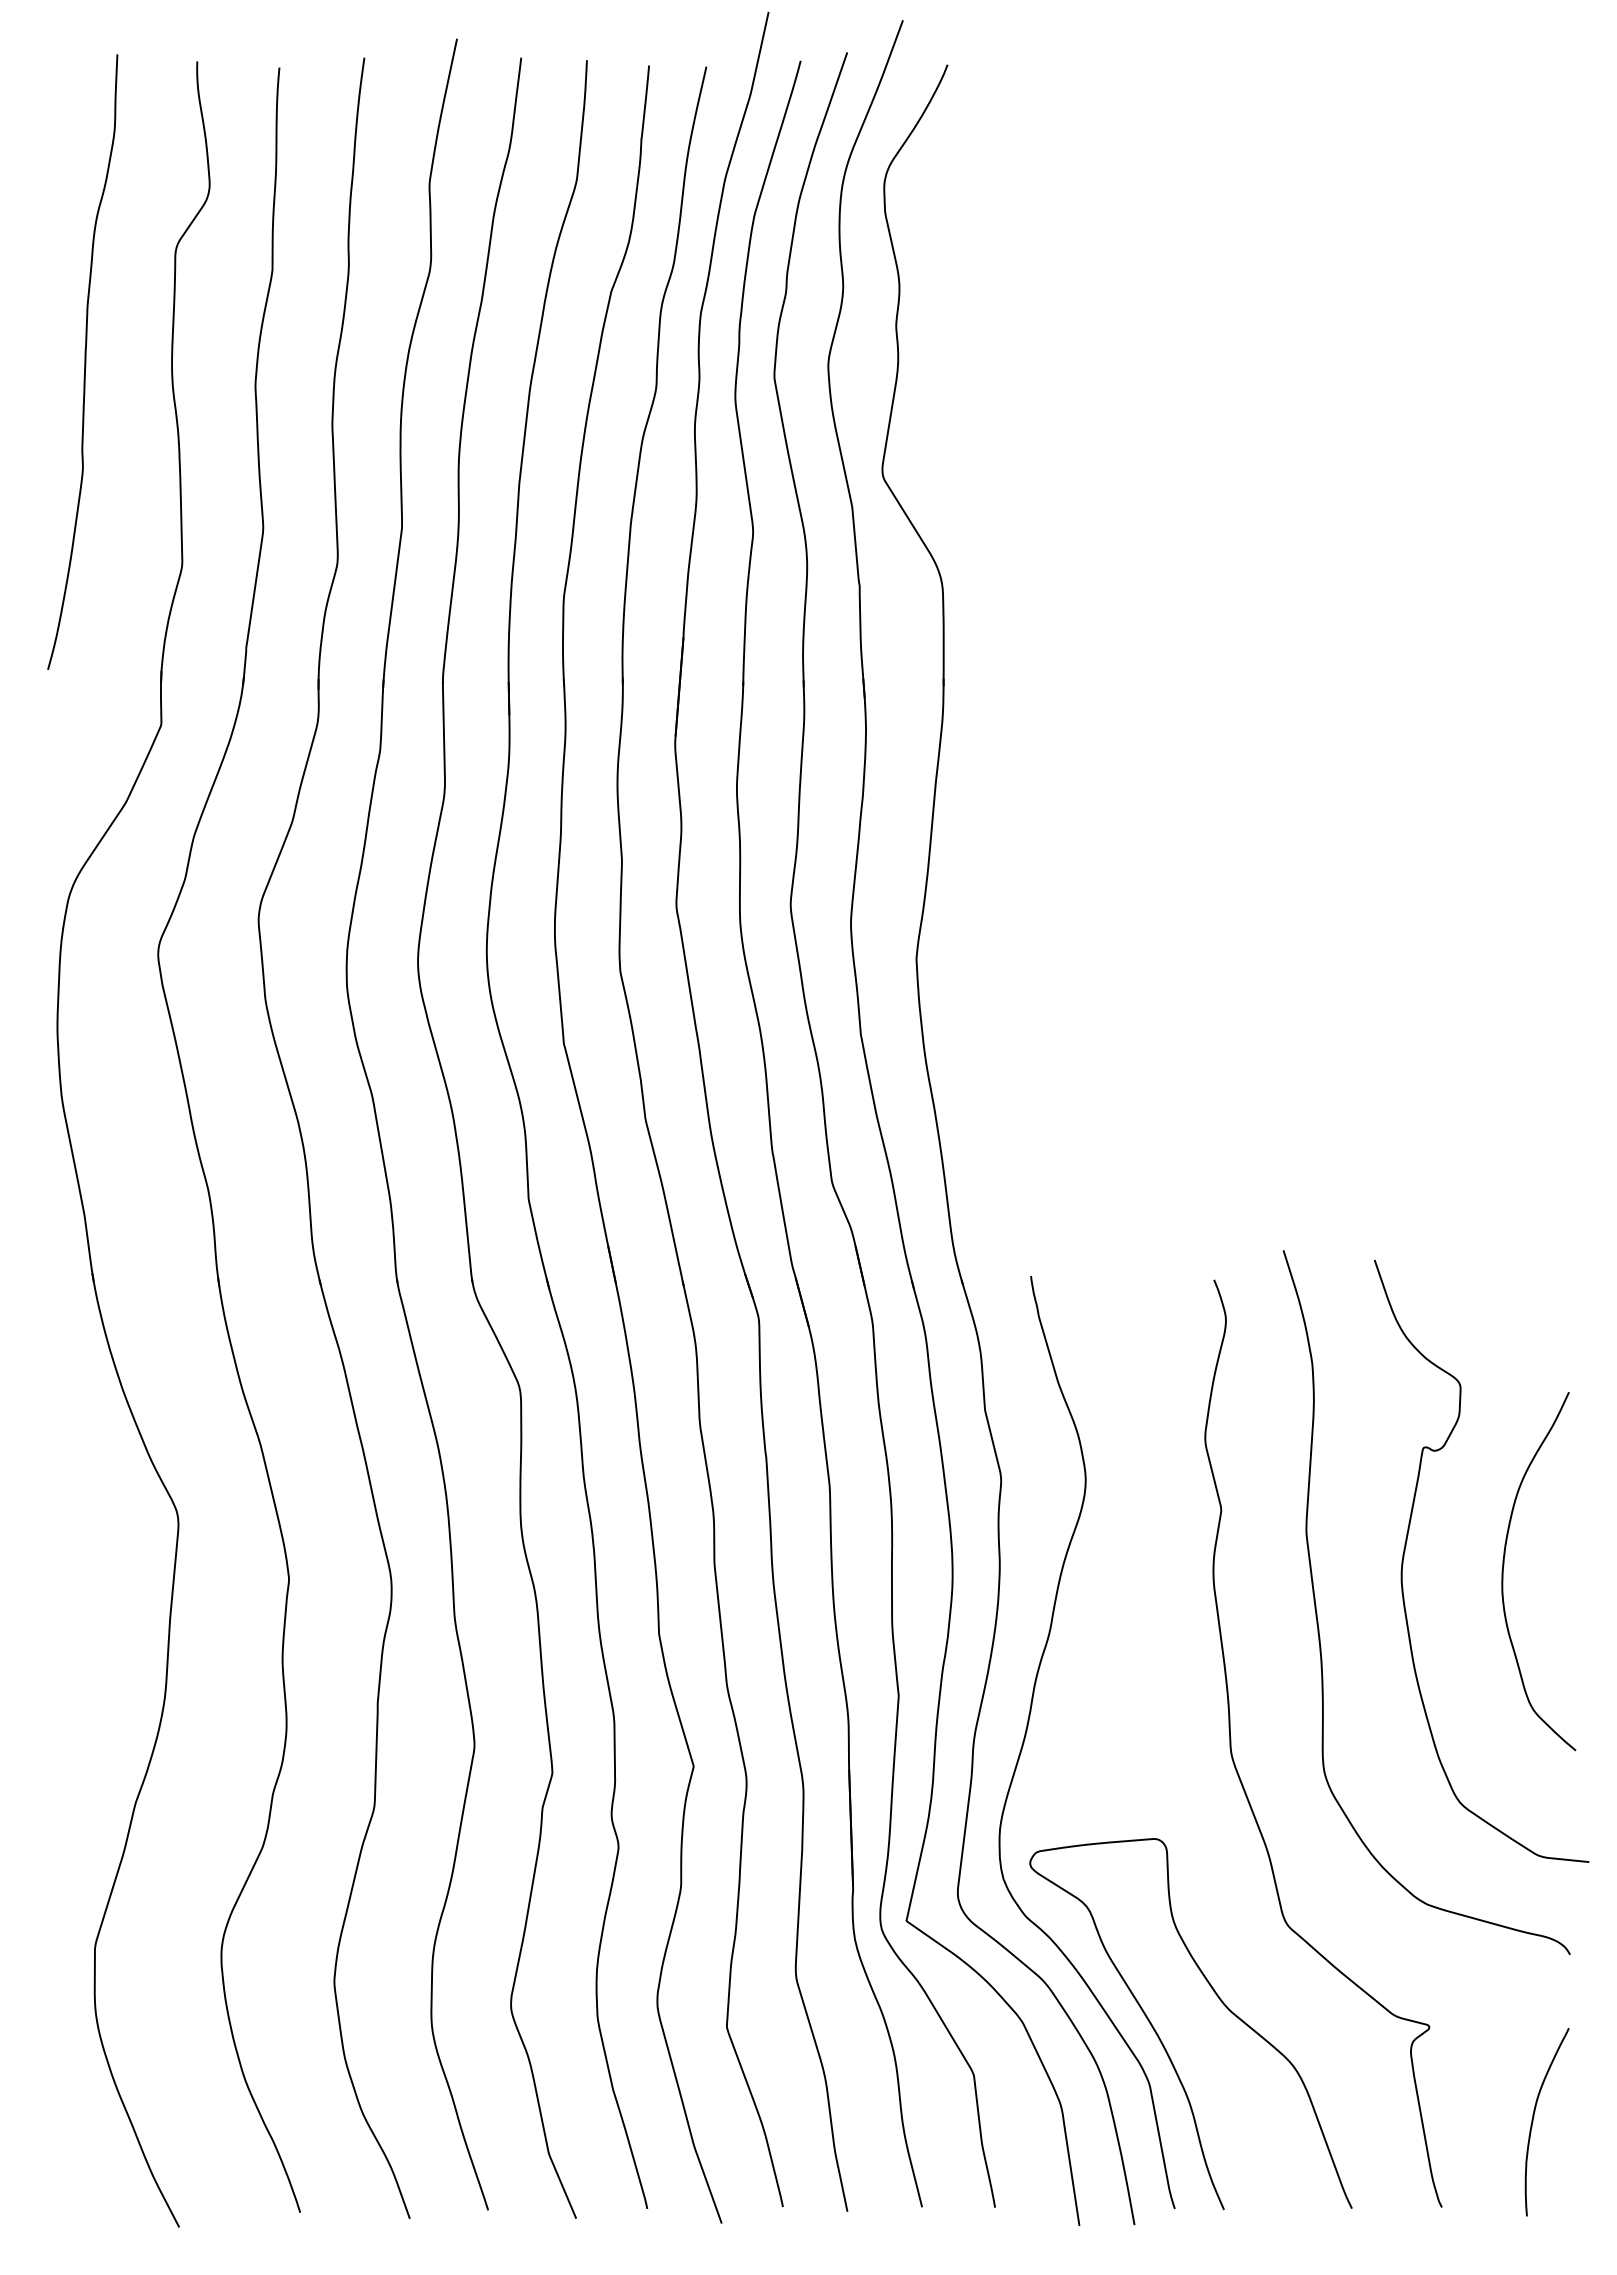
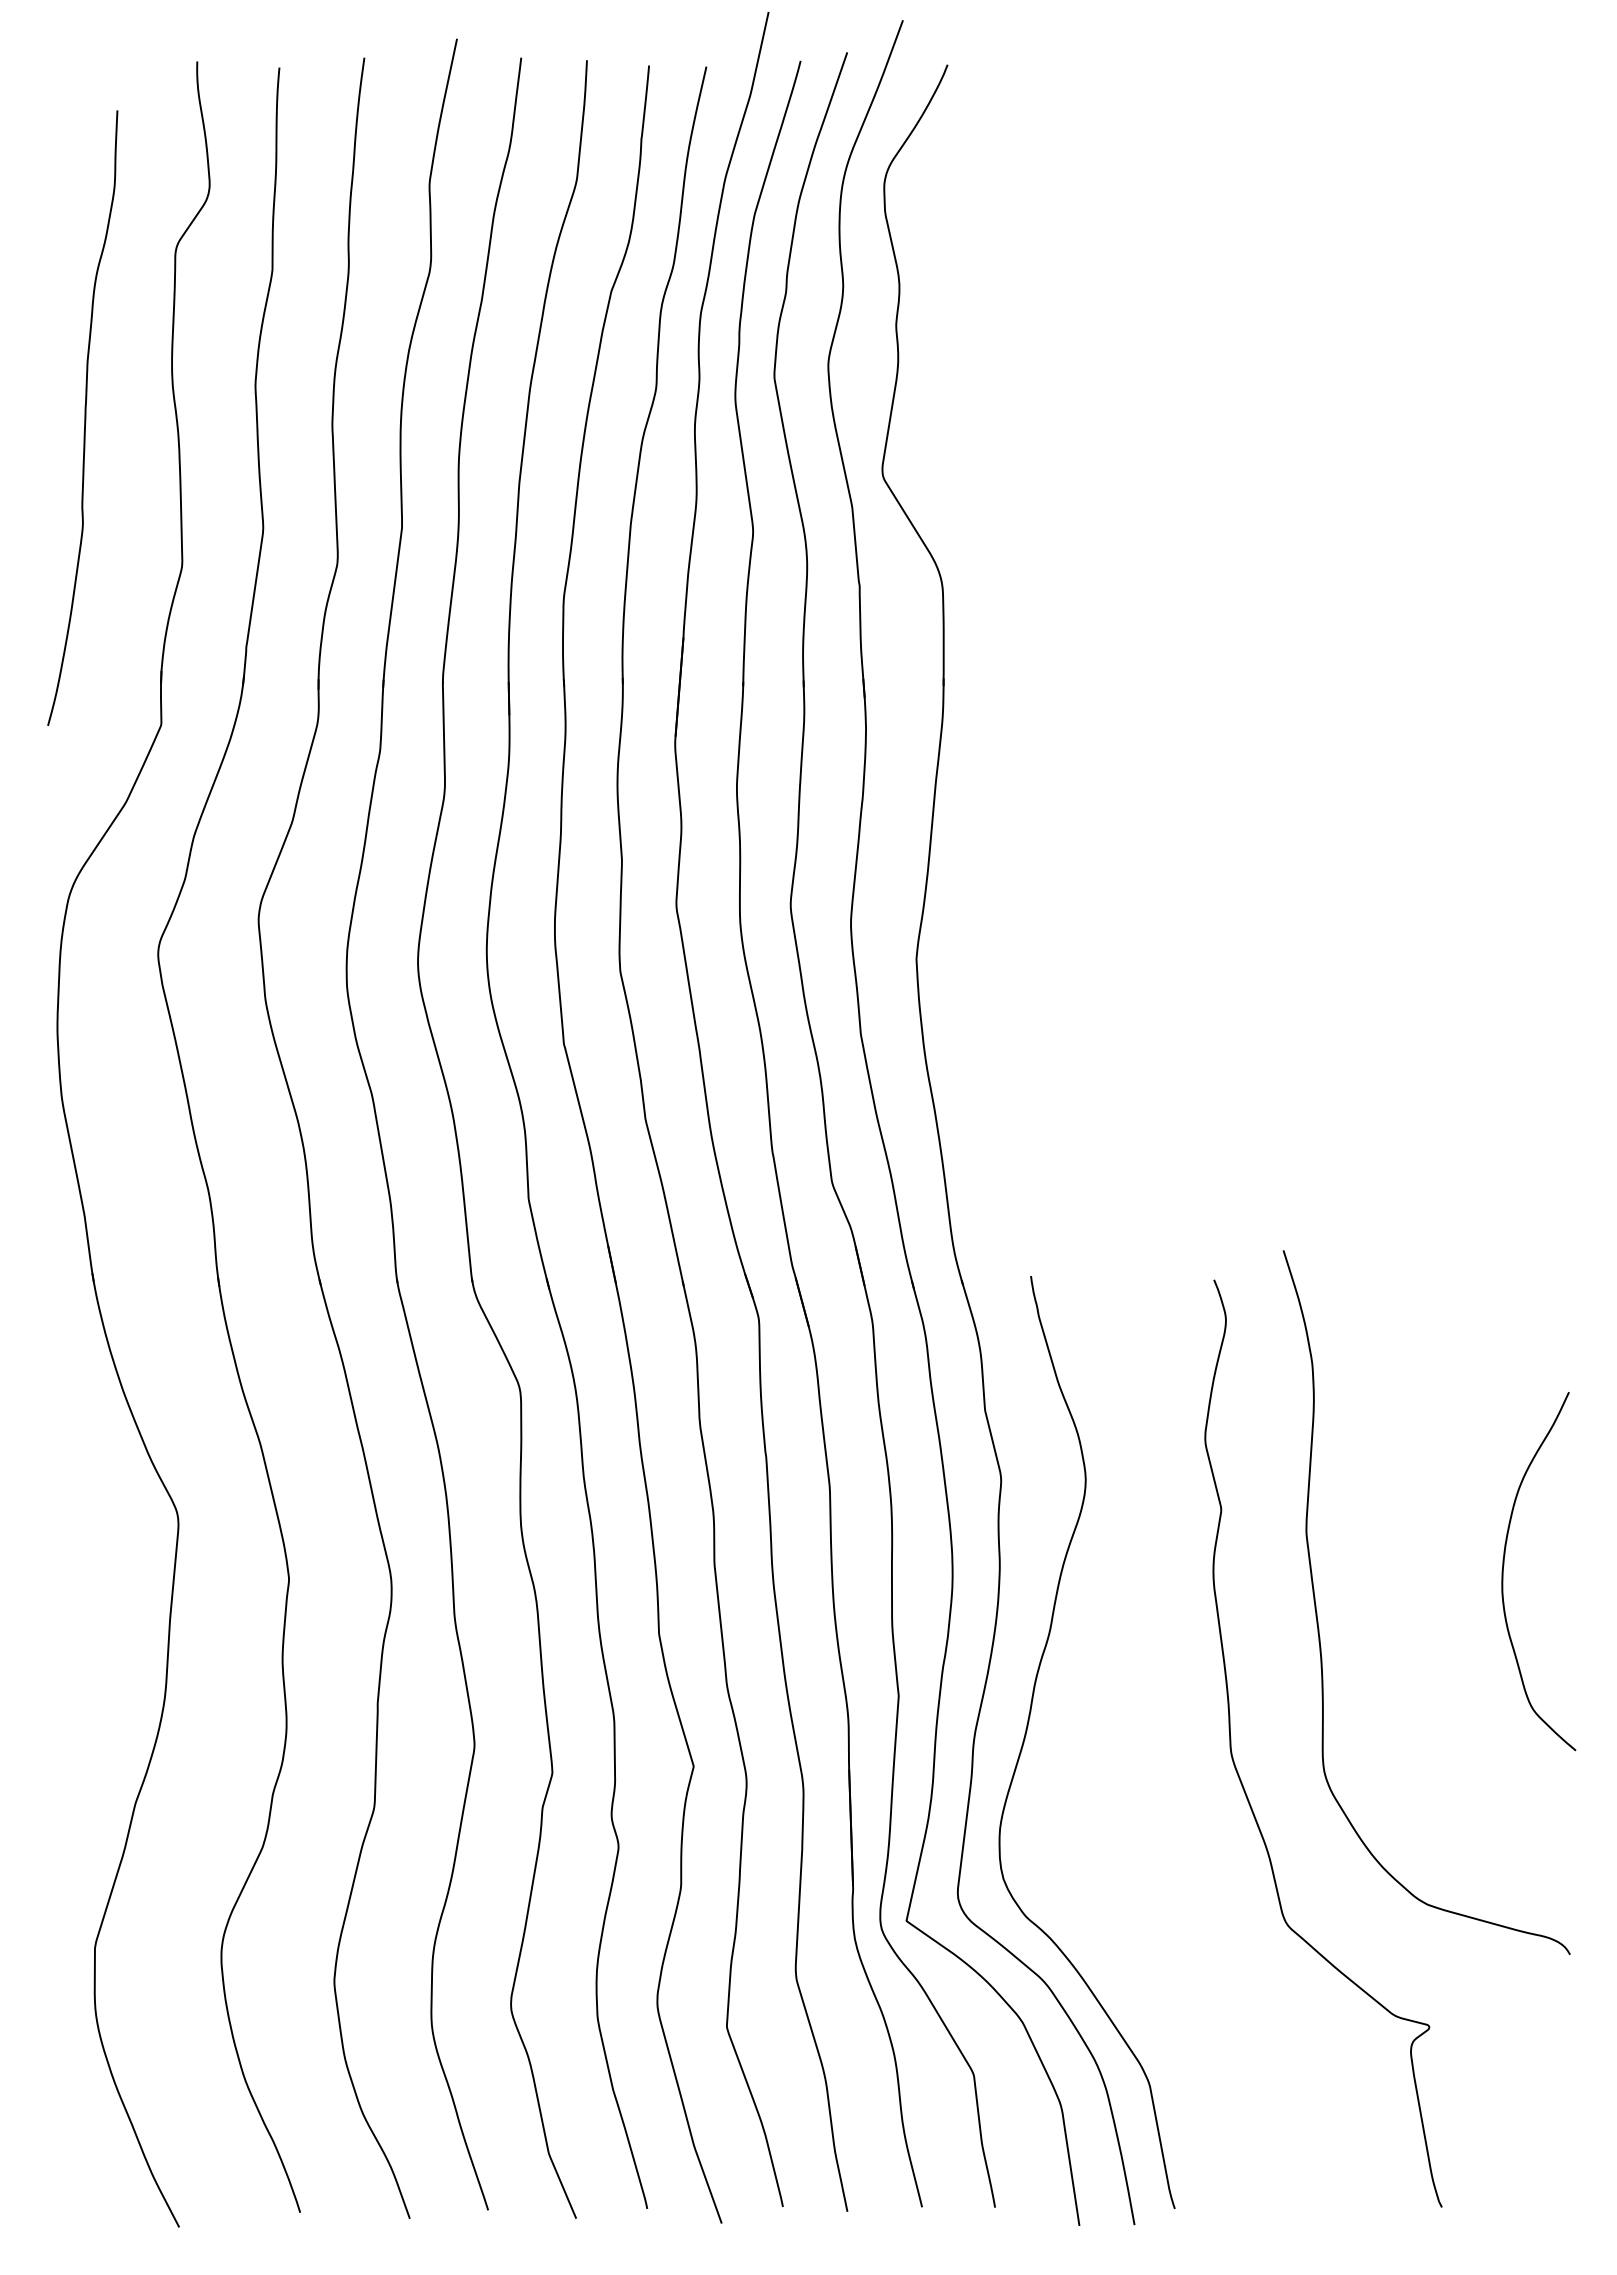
curve at (84, 361) position: (84, 361) -> (84, 417)
curve at (1406, 1546): present -> none
curve at (1162, 2041): present -> none
curve at (1533, 2122): present -> none
